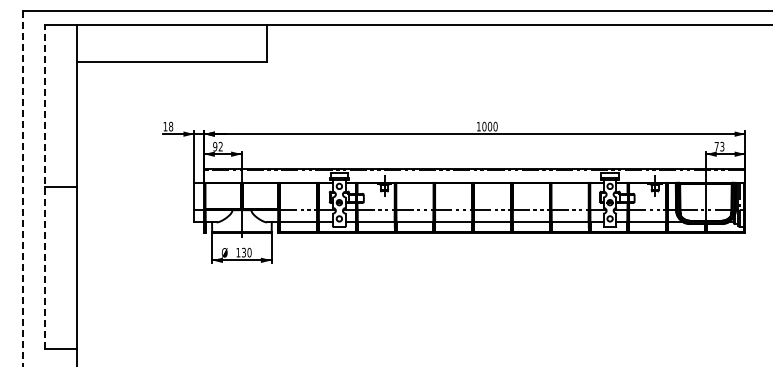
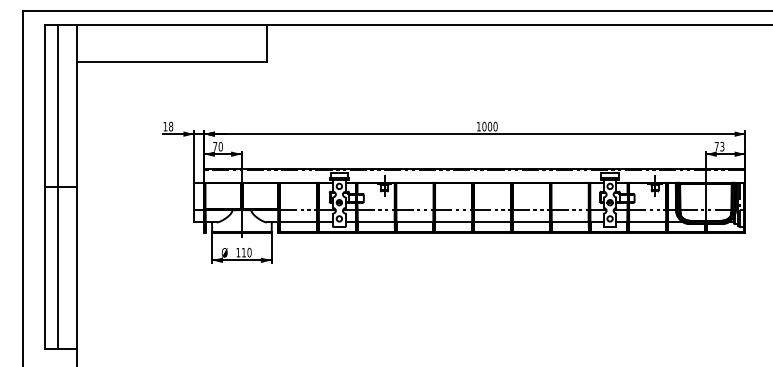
text at (217, 146): 92 -> 70
line at (44, 186): dashed -> solid
line at (58, 186): none -> present
line at (23, 188): dashed -> solid
text at (243, 252): 130 -> 110
